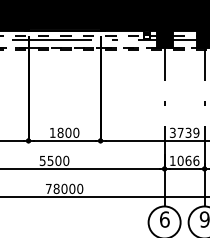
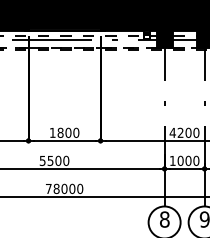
text at (184, 132): 3739 -> 4200
text at (192, 160): 1066 -> 1000
text at (164, 219): 6 -> 8
